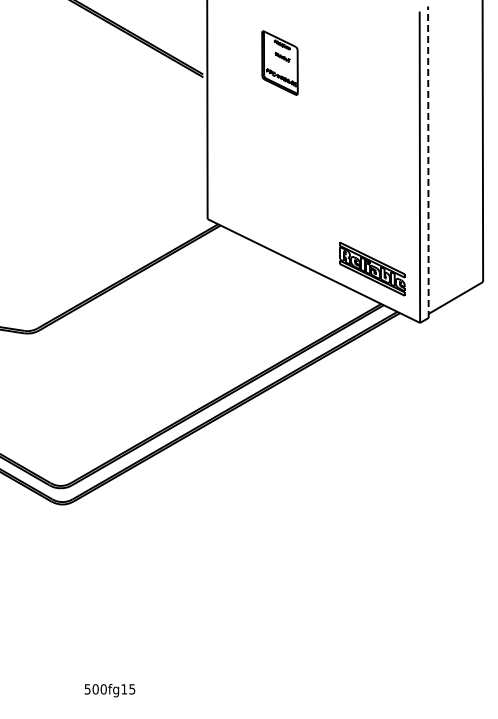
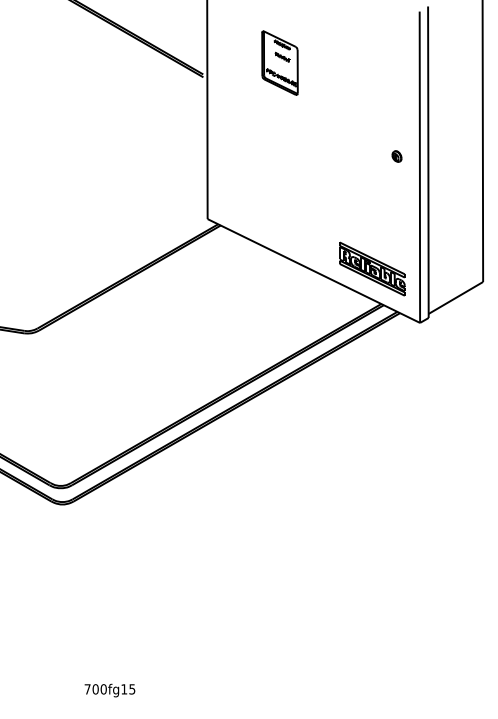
part at (396, 156): none -> present
line at (428, 162): dashed -> solid
text at (87, 689): 500fg15 -> 700fg15
